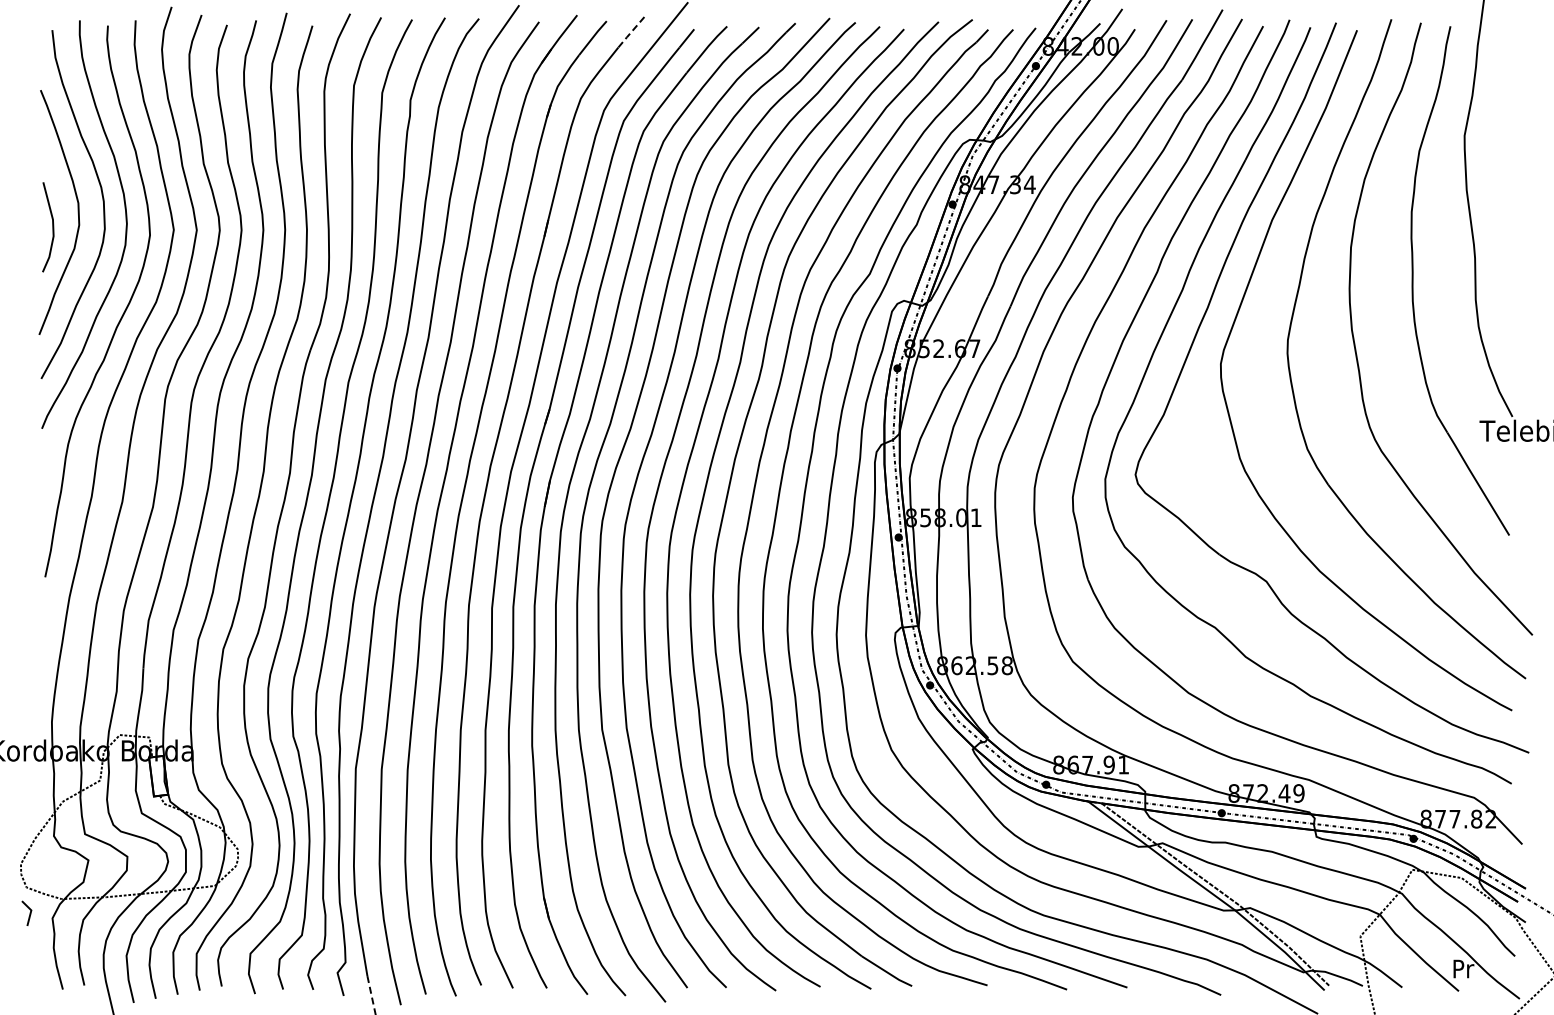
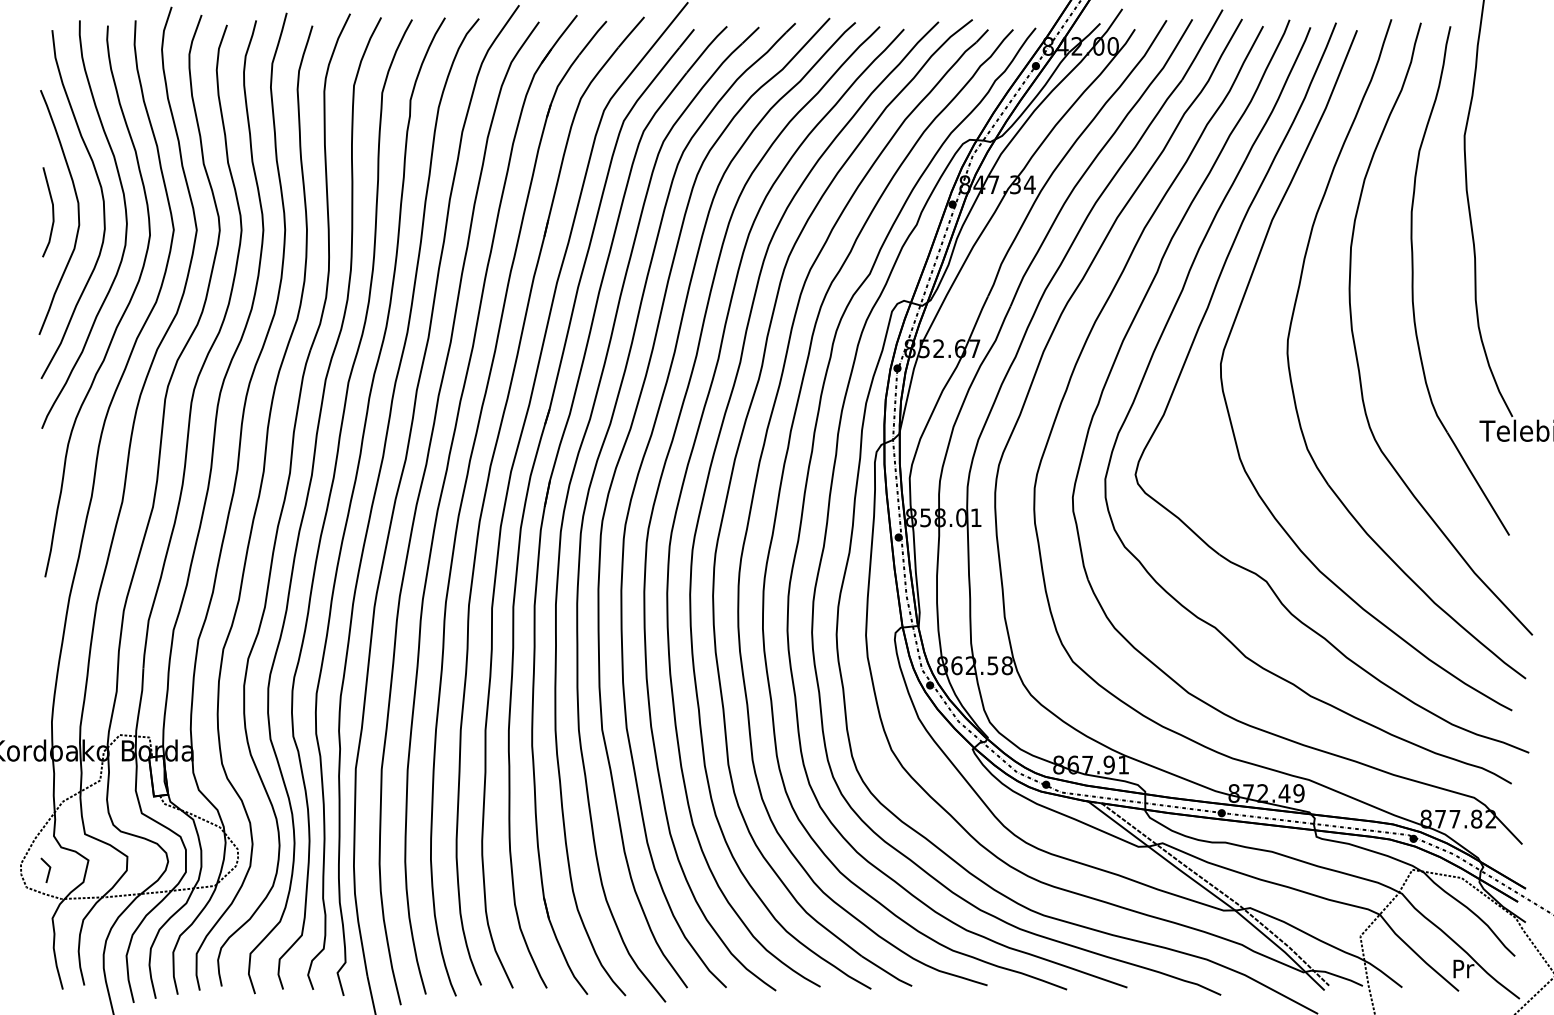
line at (630, 32): dashed -> solid
curve at (52, 227) position: (52, 227) -> (52, 212)
line at (29, 912) position: (29, 912) -> (48, 869)
line at (371, 995): dashed -> solid
